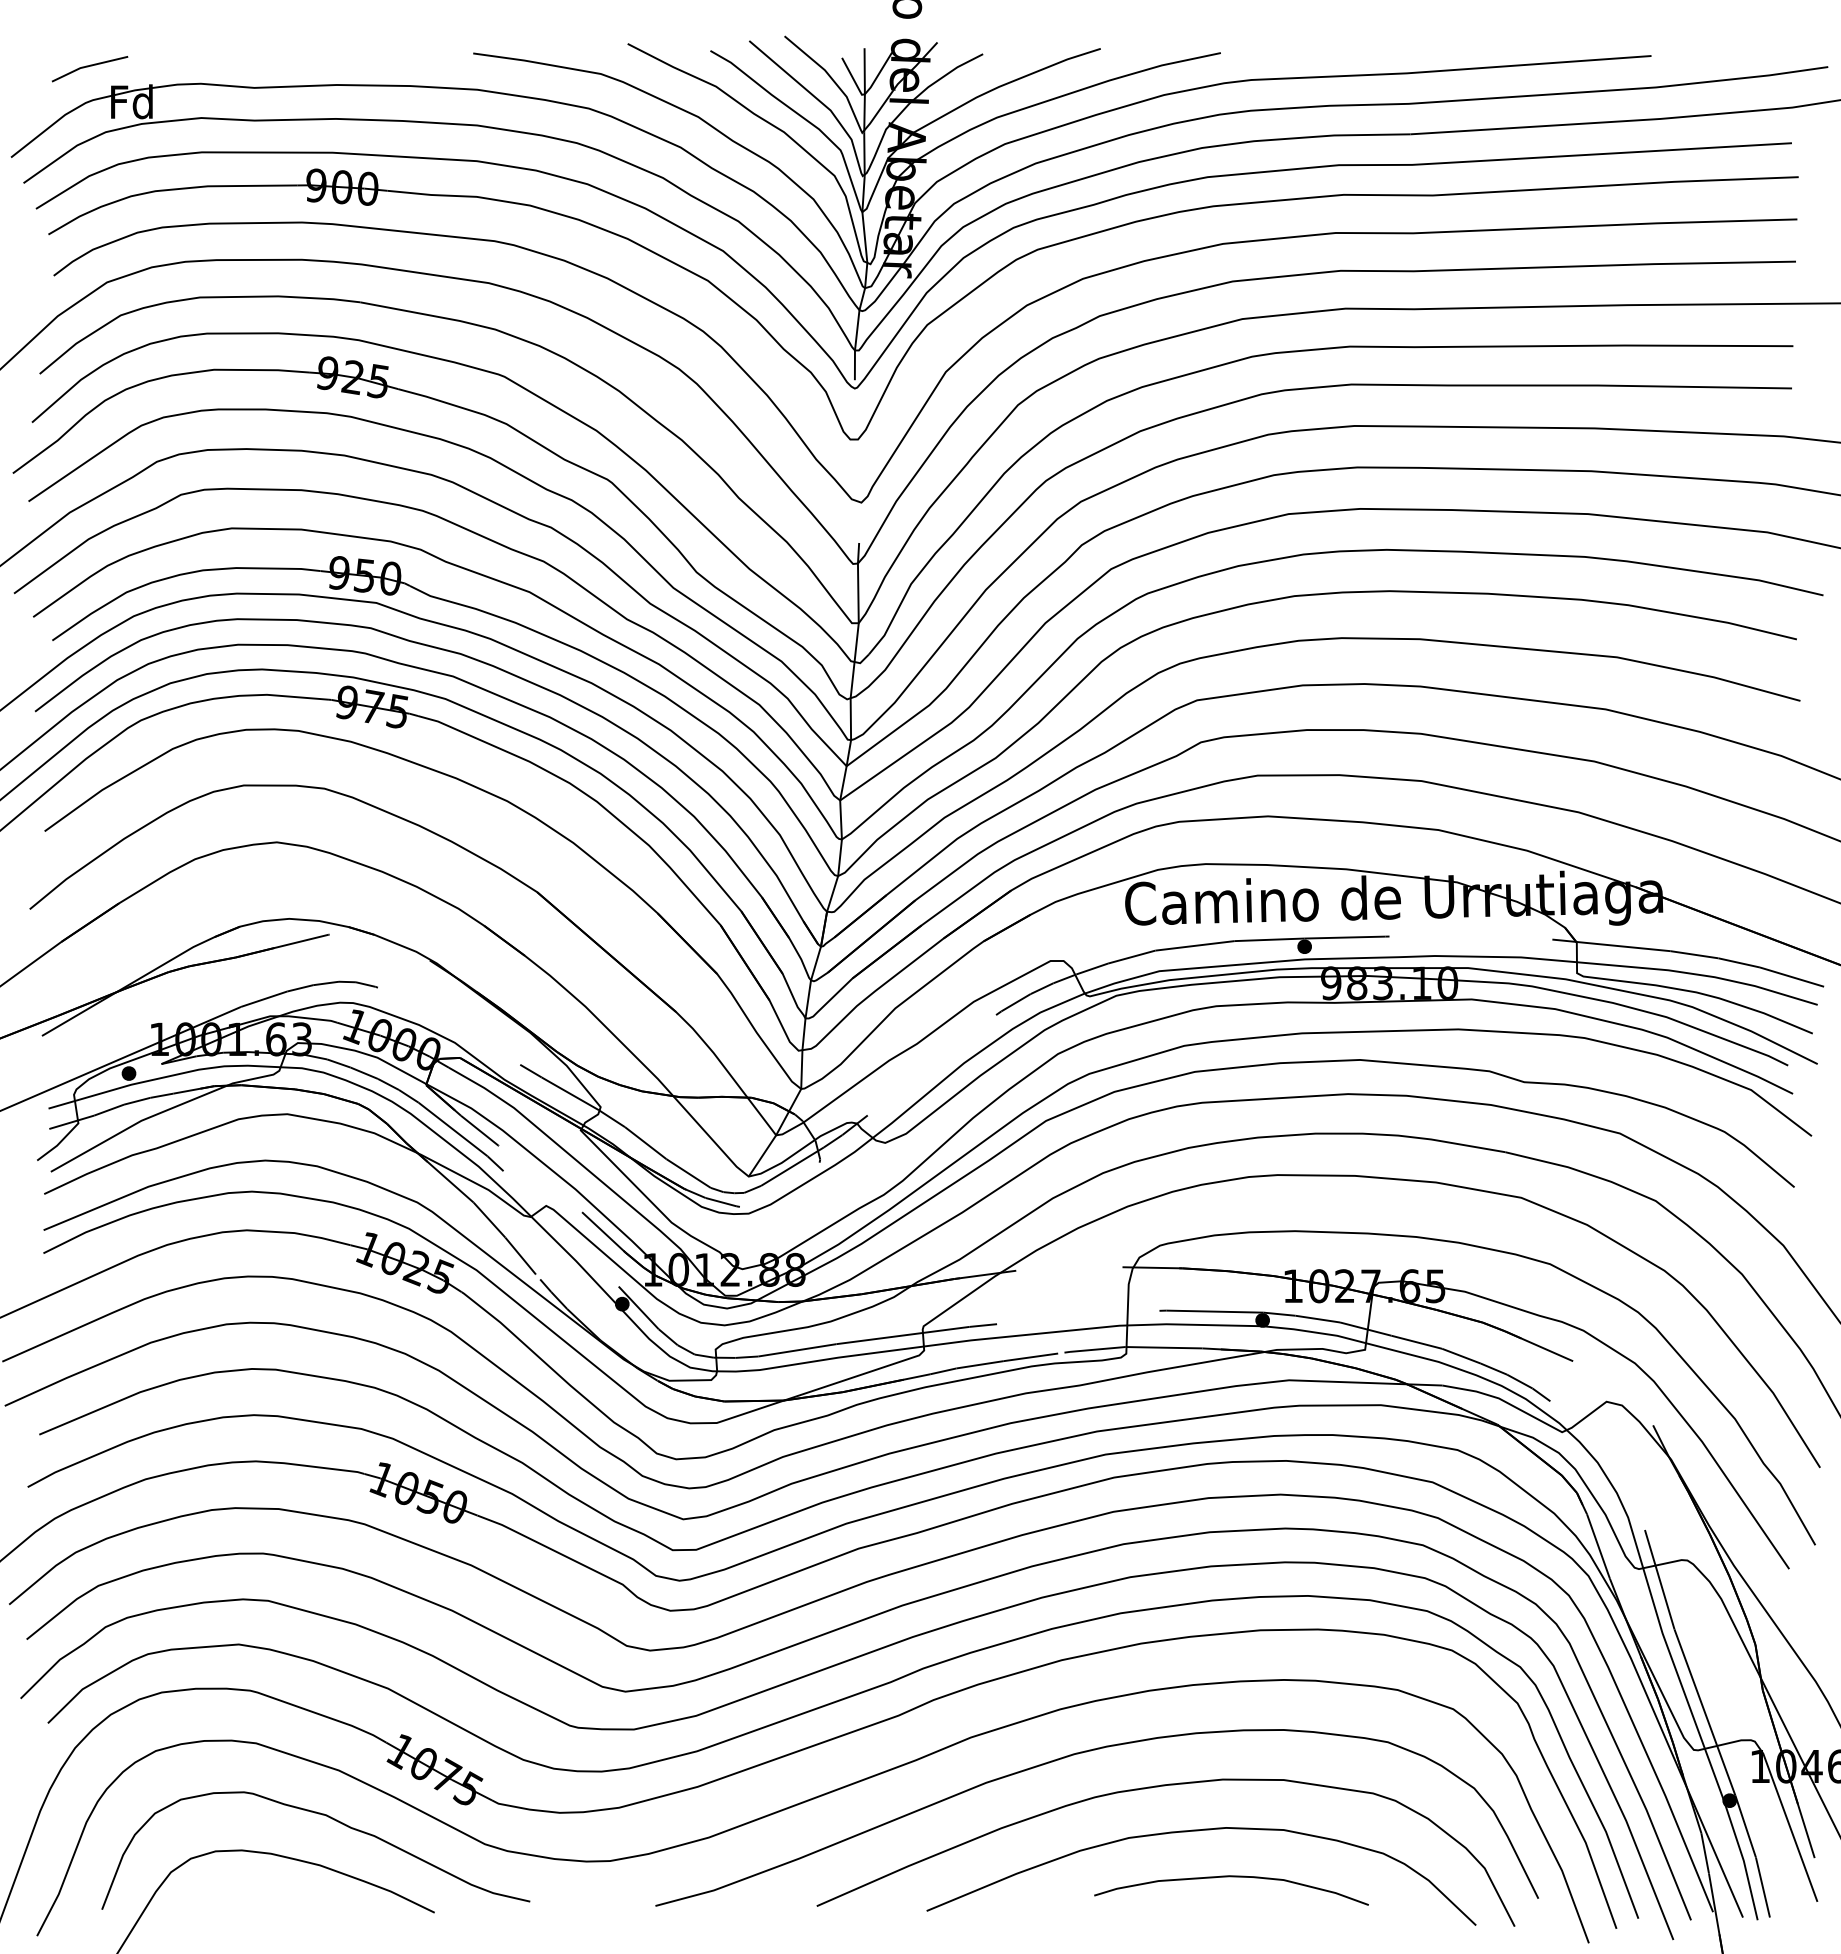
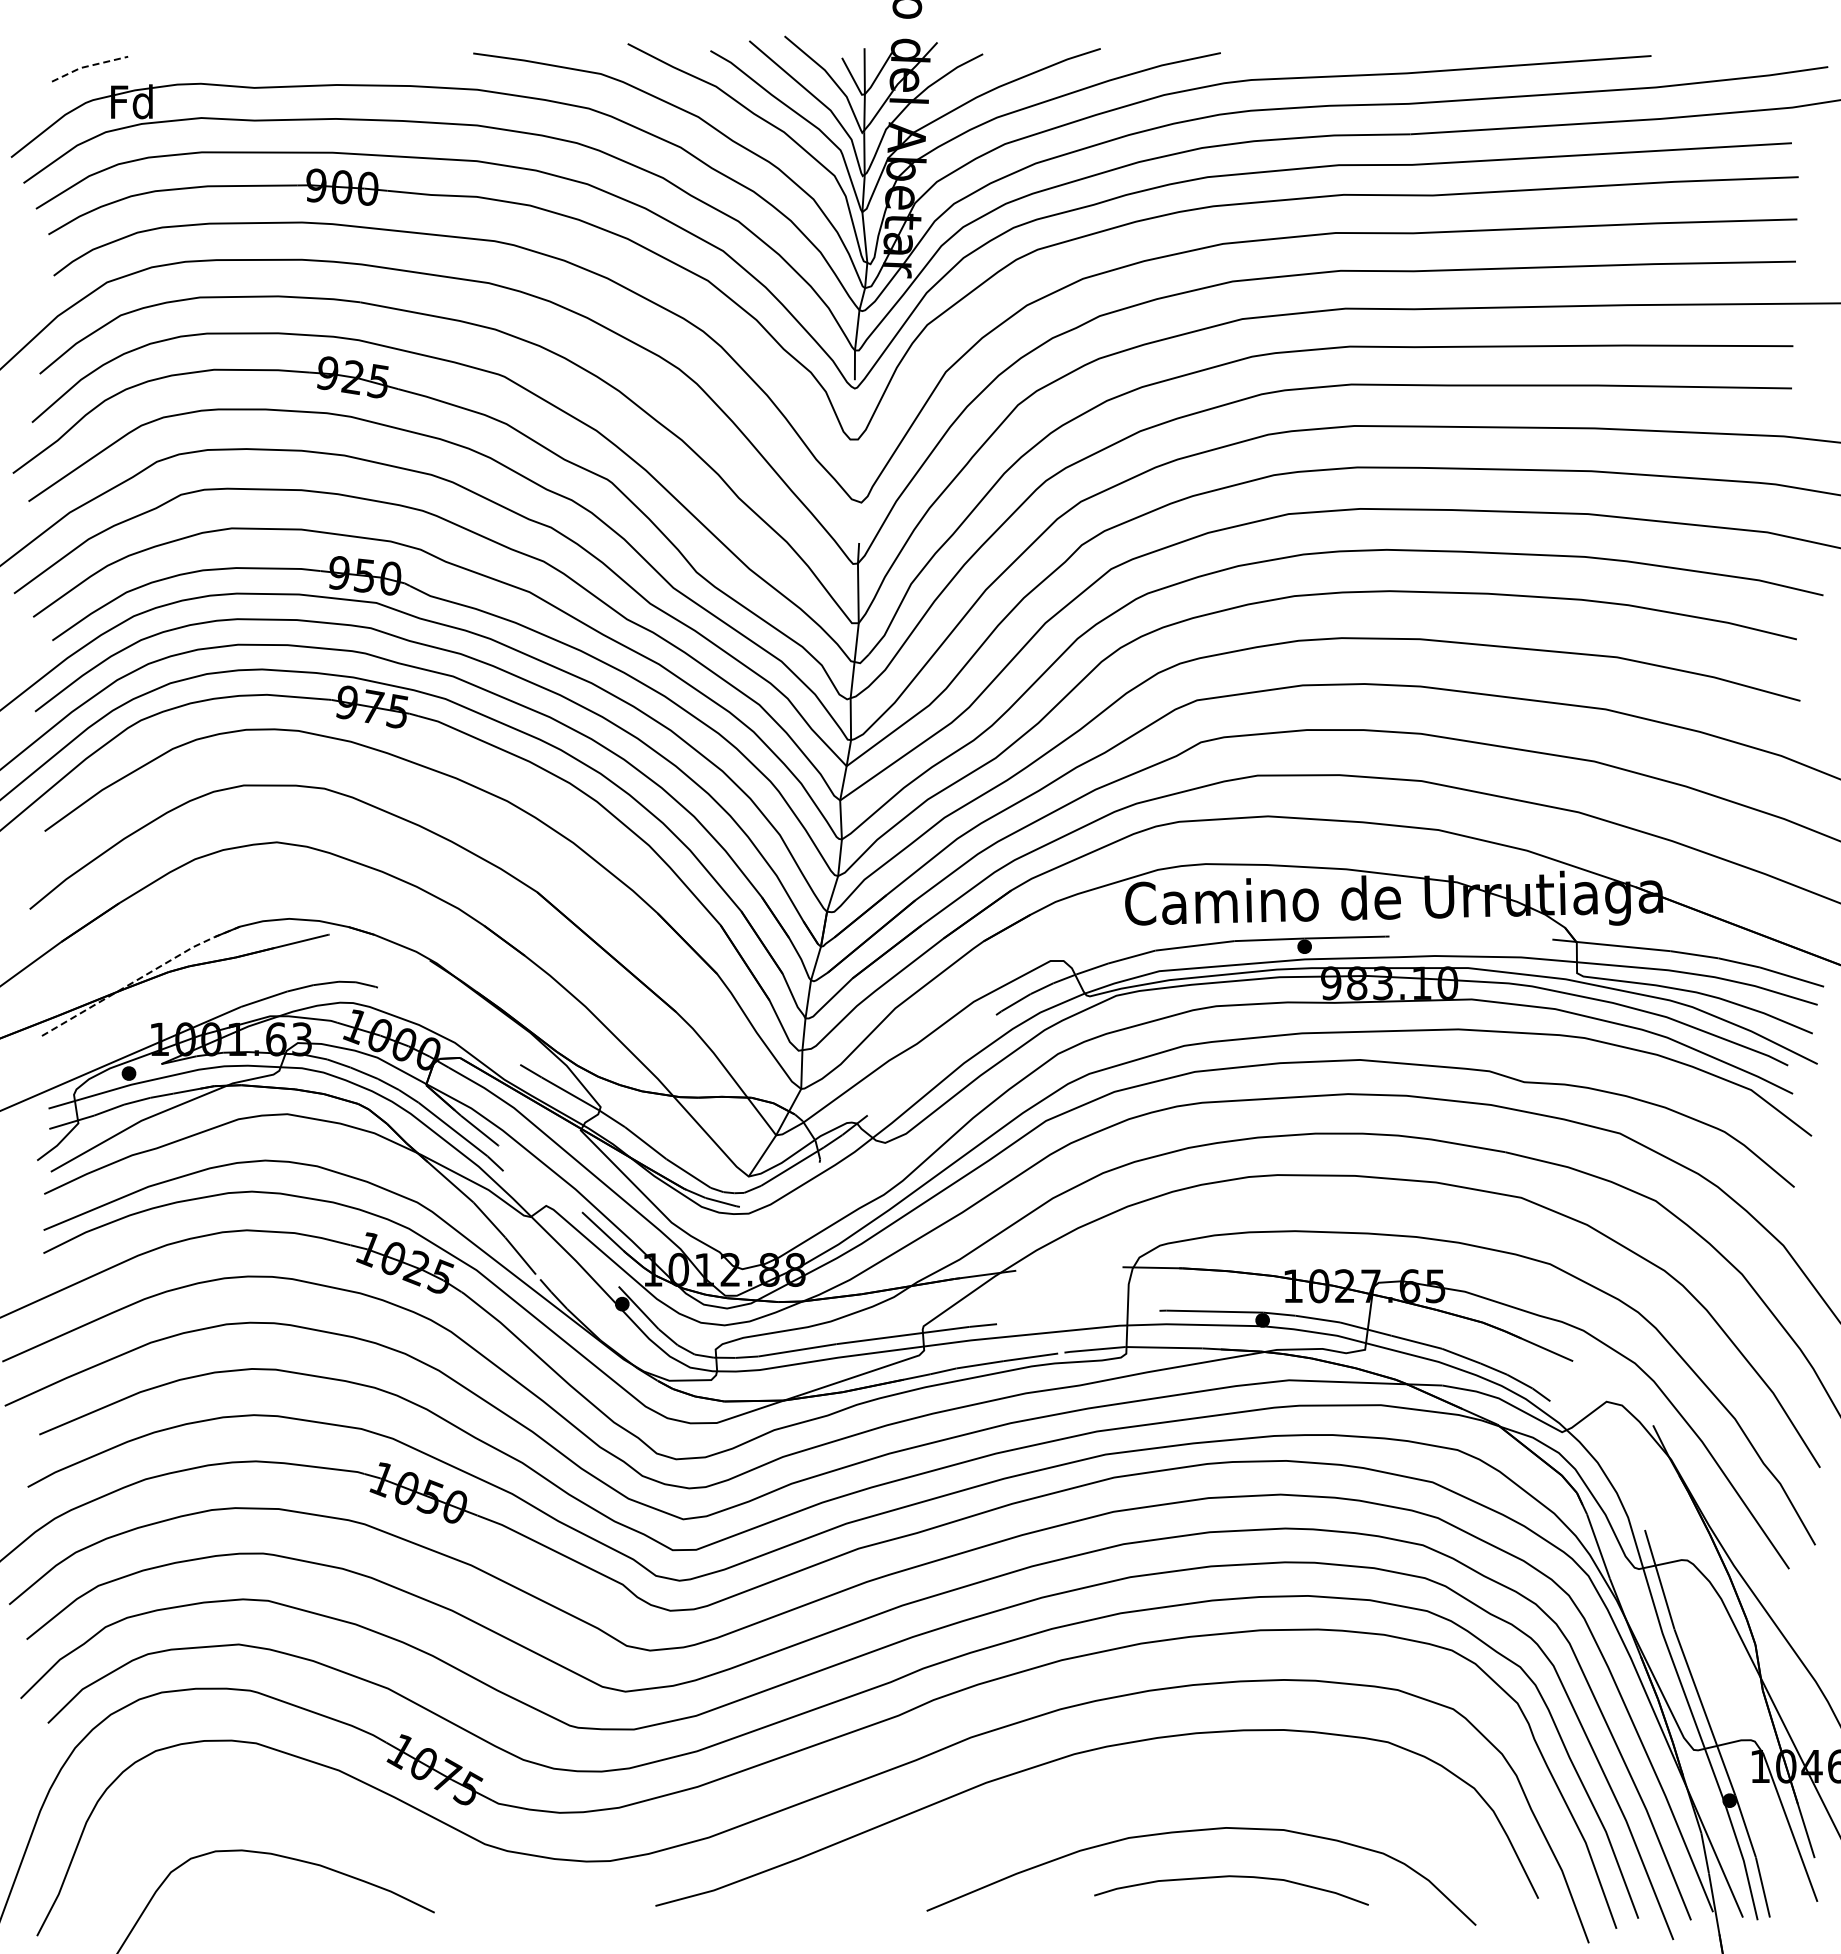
line at (88, 66): solid -> dashed
line at (140, 977): solid -> dashed
curve at (1158, 1787): present -> none
curve at (330, 1818): present -> none
